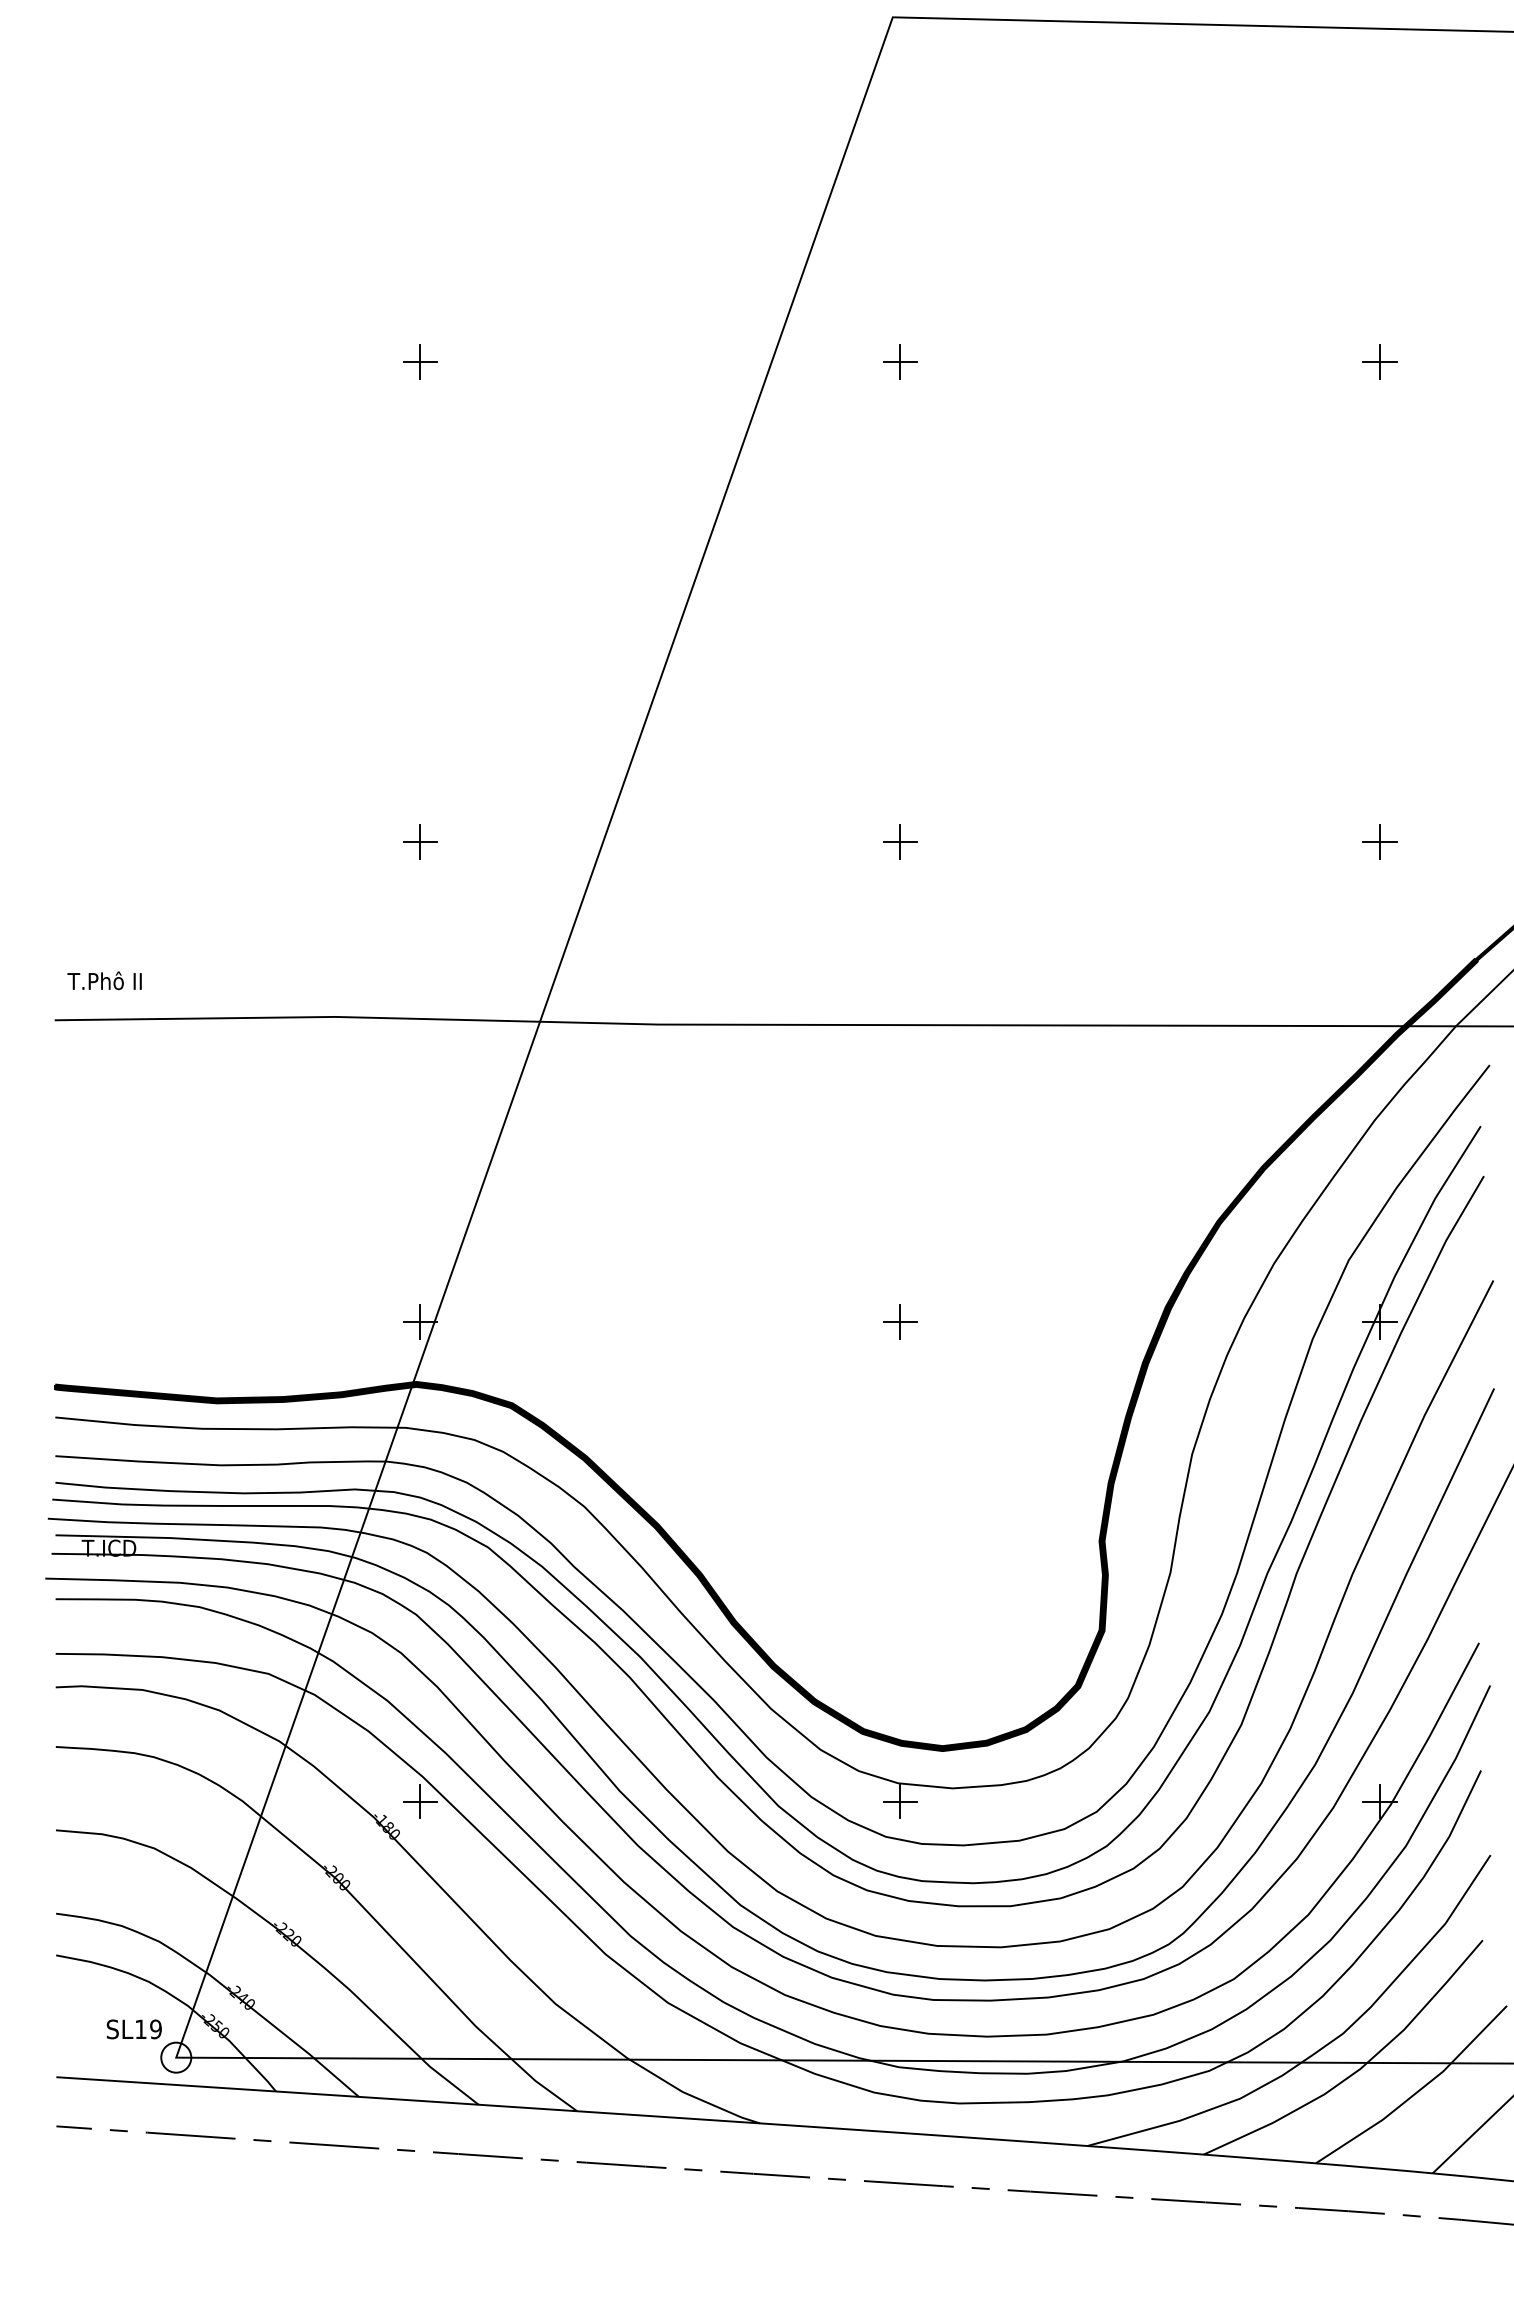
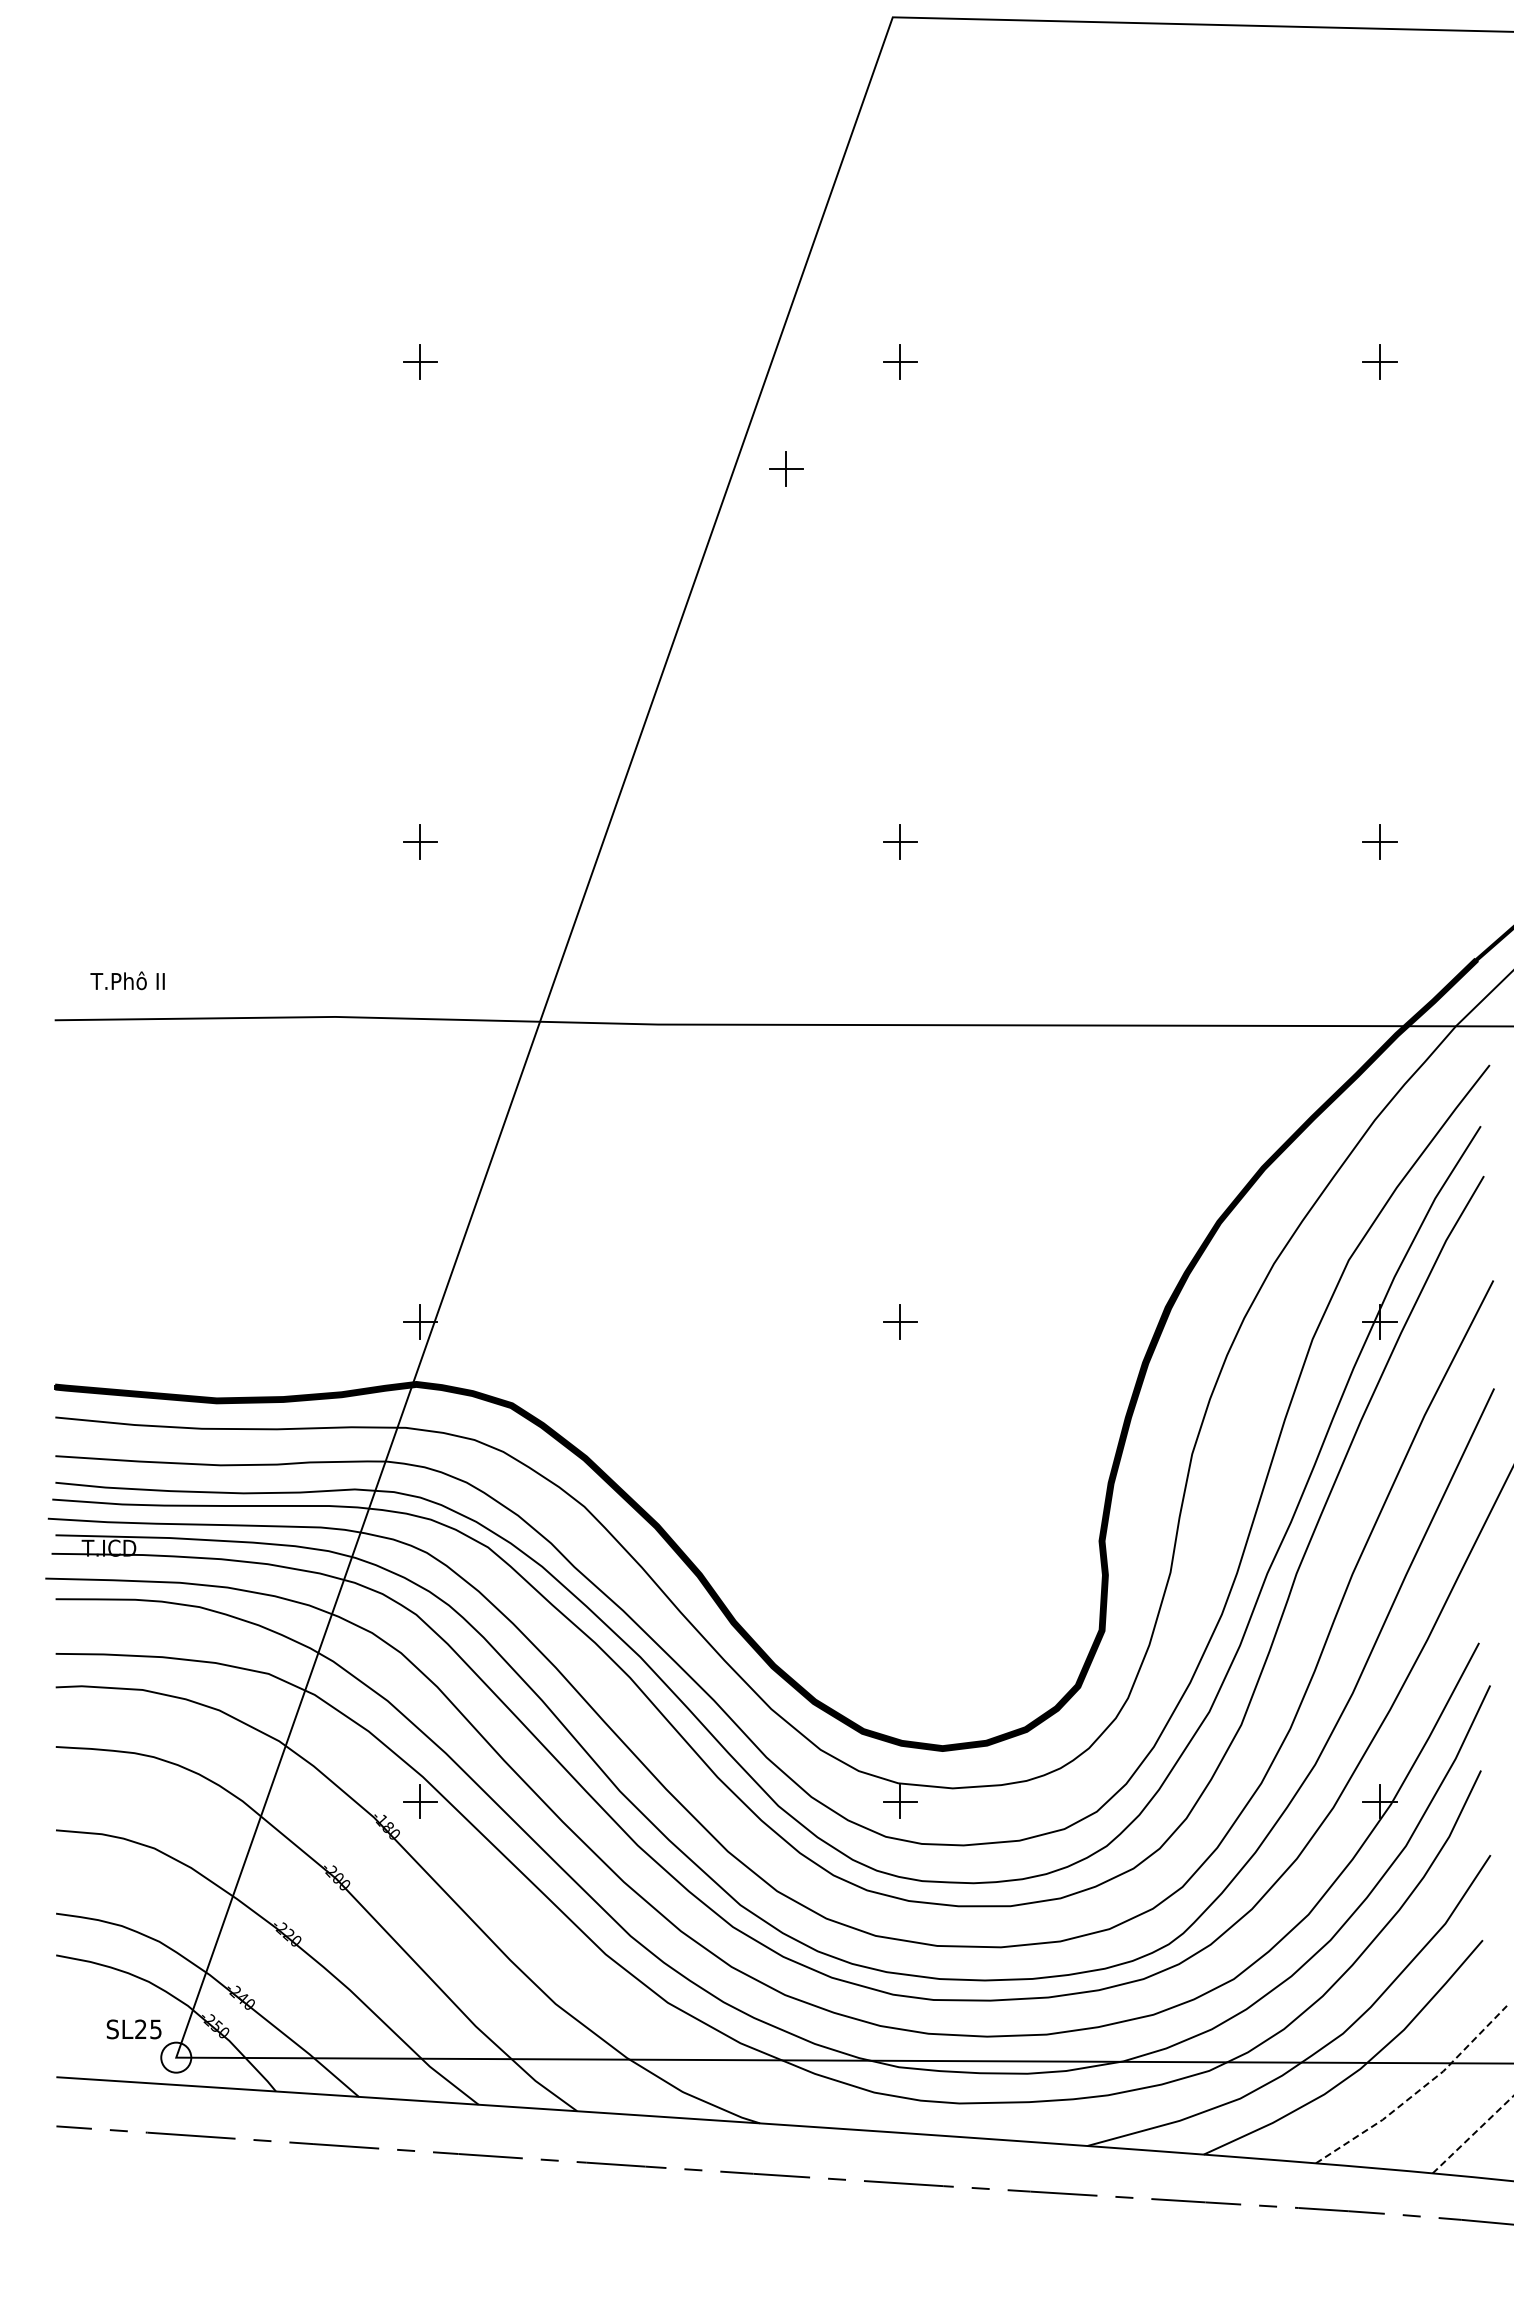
part at (786, 468): none -> present
text at (104, 980) position: (104, 980) -> (127, 980)
text at (148, 2029): SL19 -> SL25
line at (1417, 2091): solid -> dashed
line at (1473, 2134): solid -> dashed
